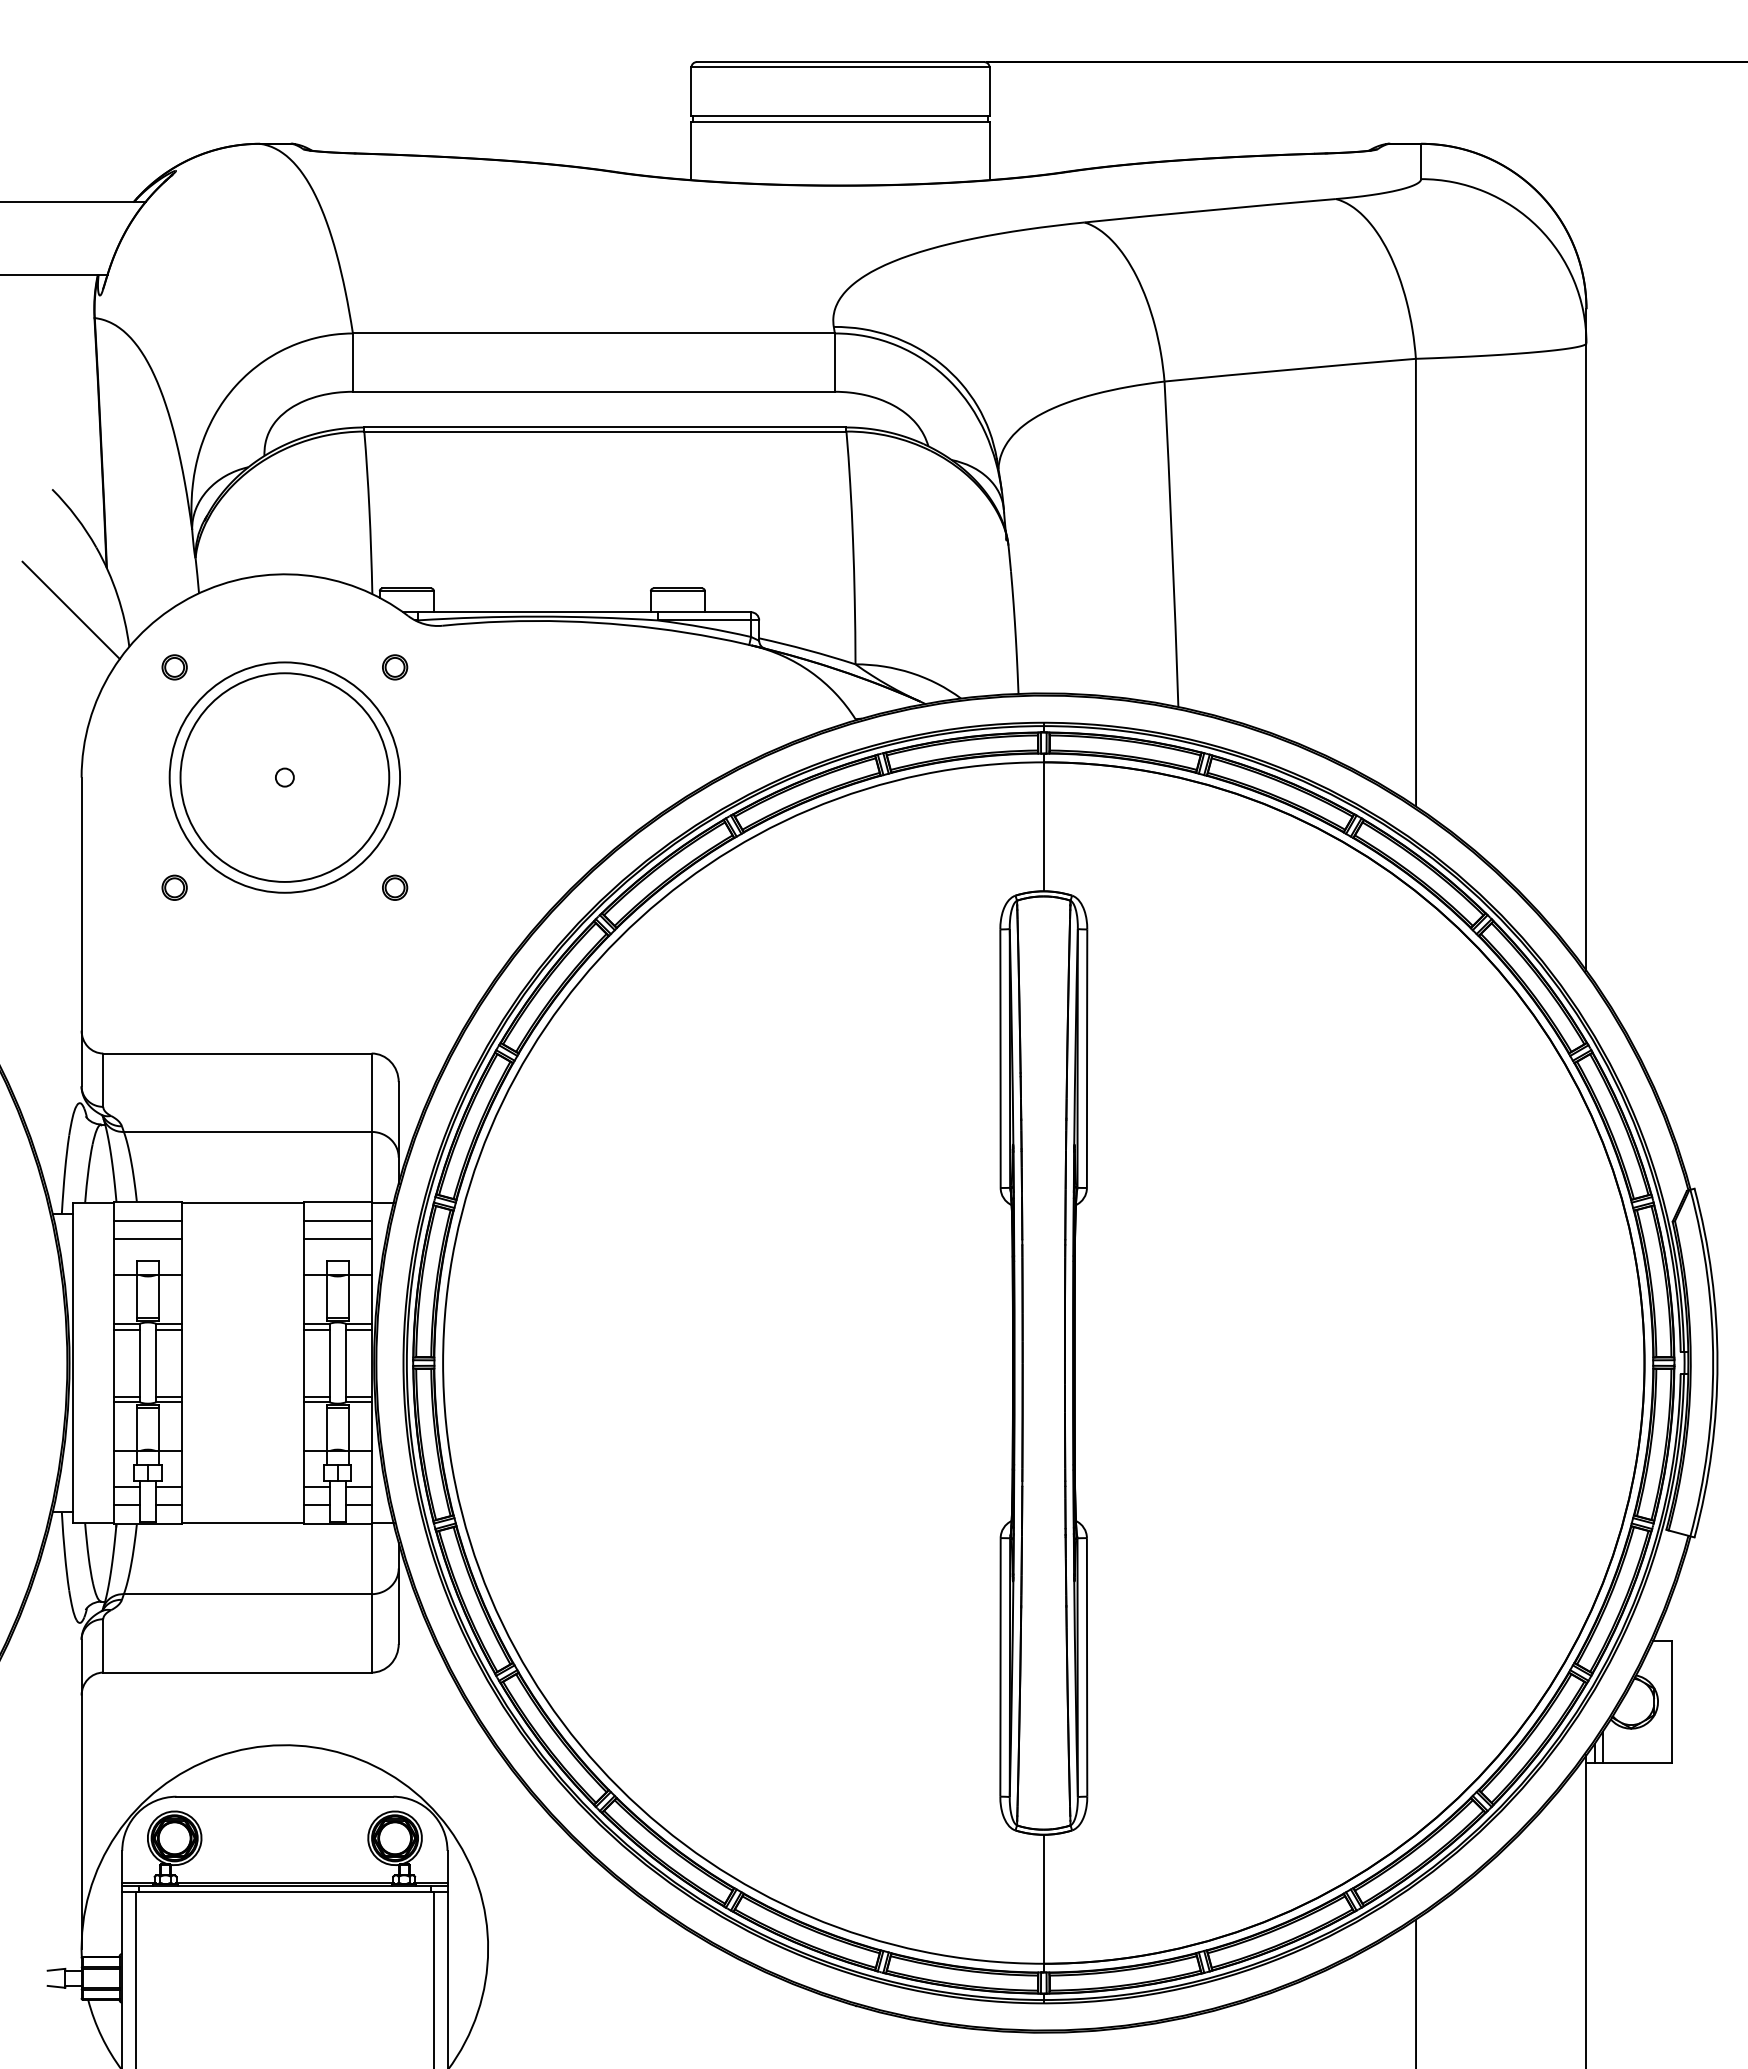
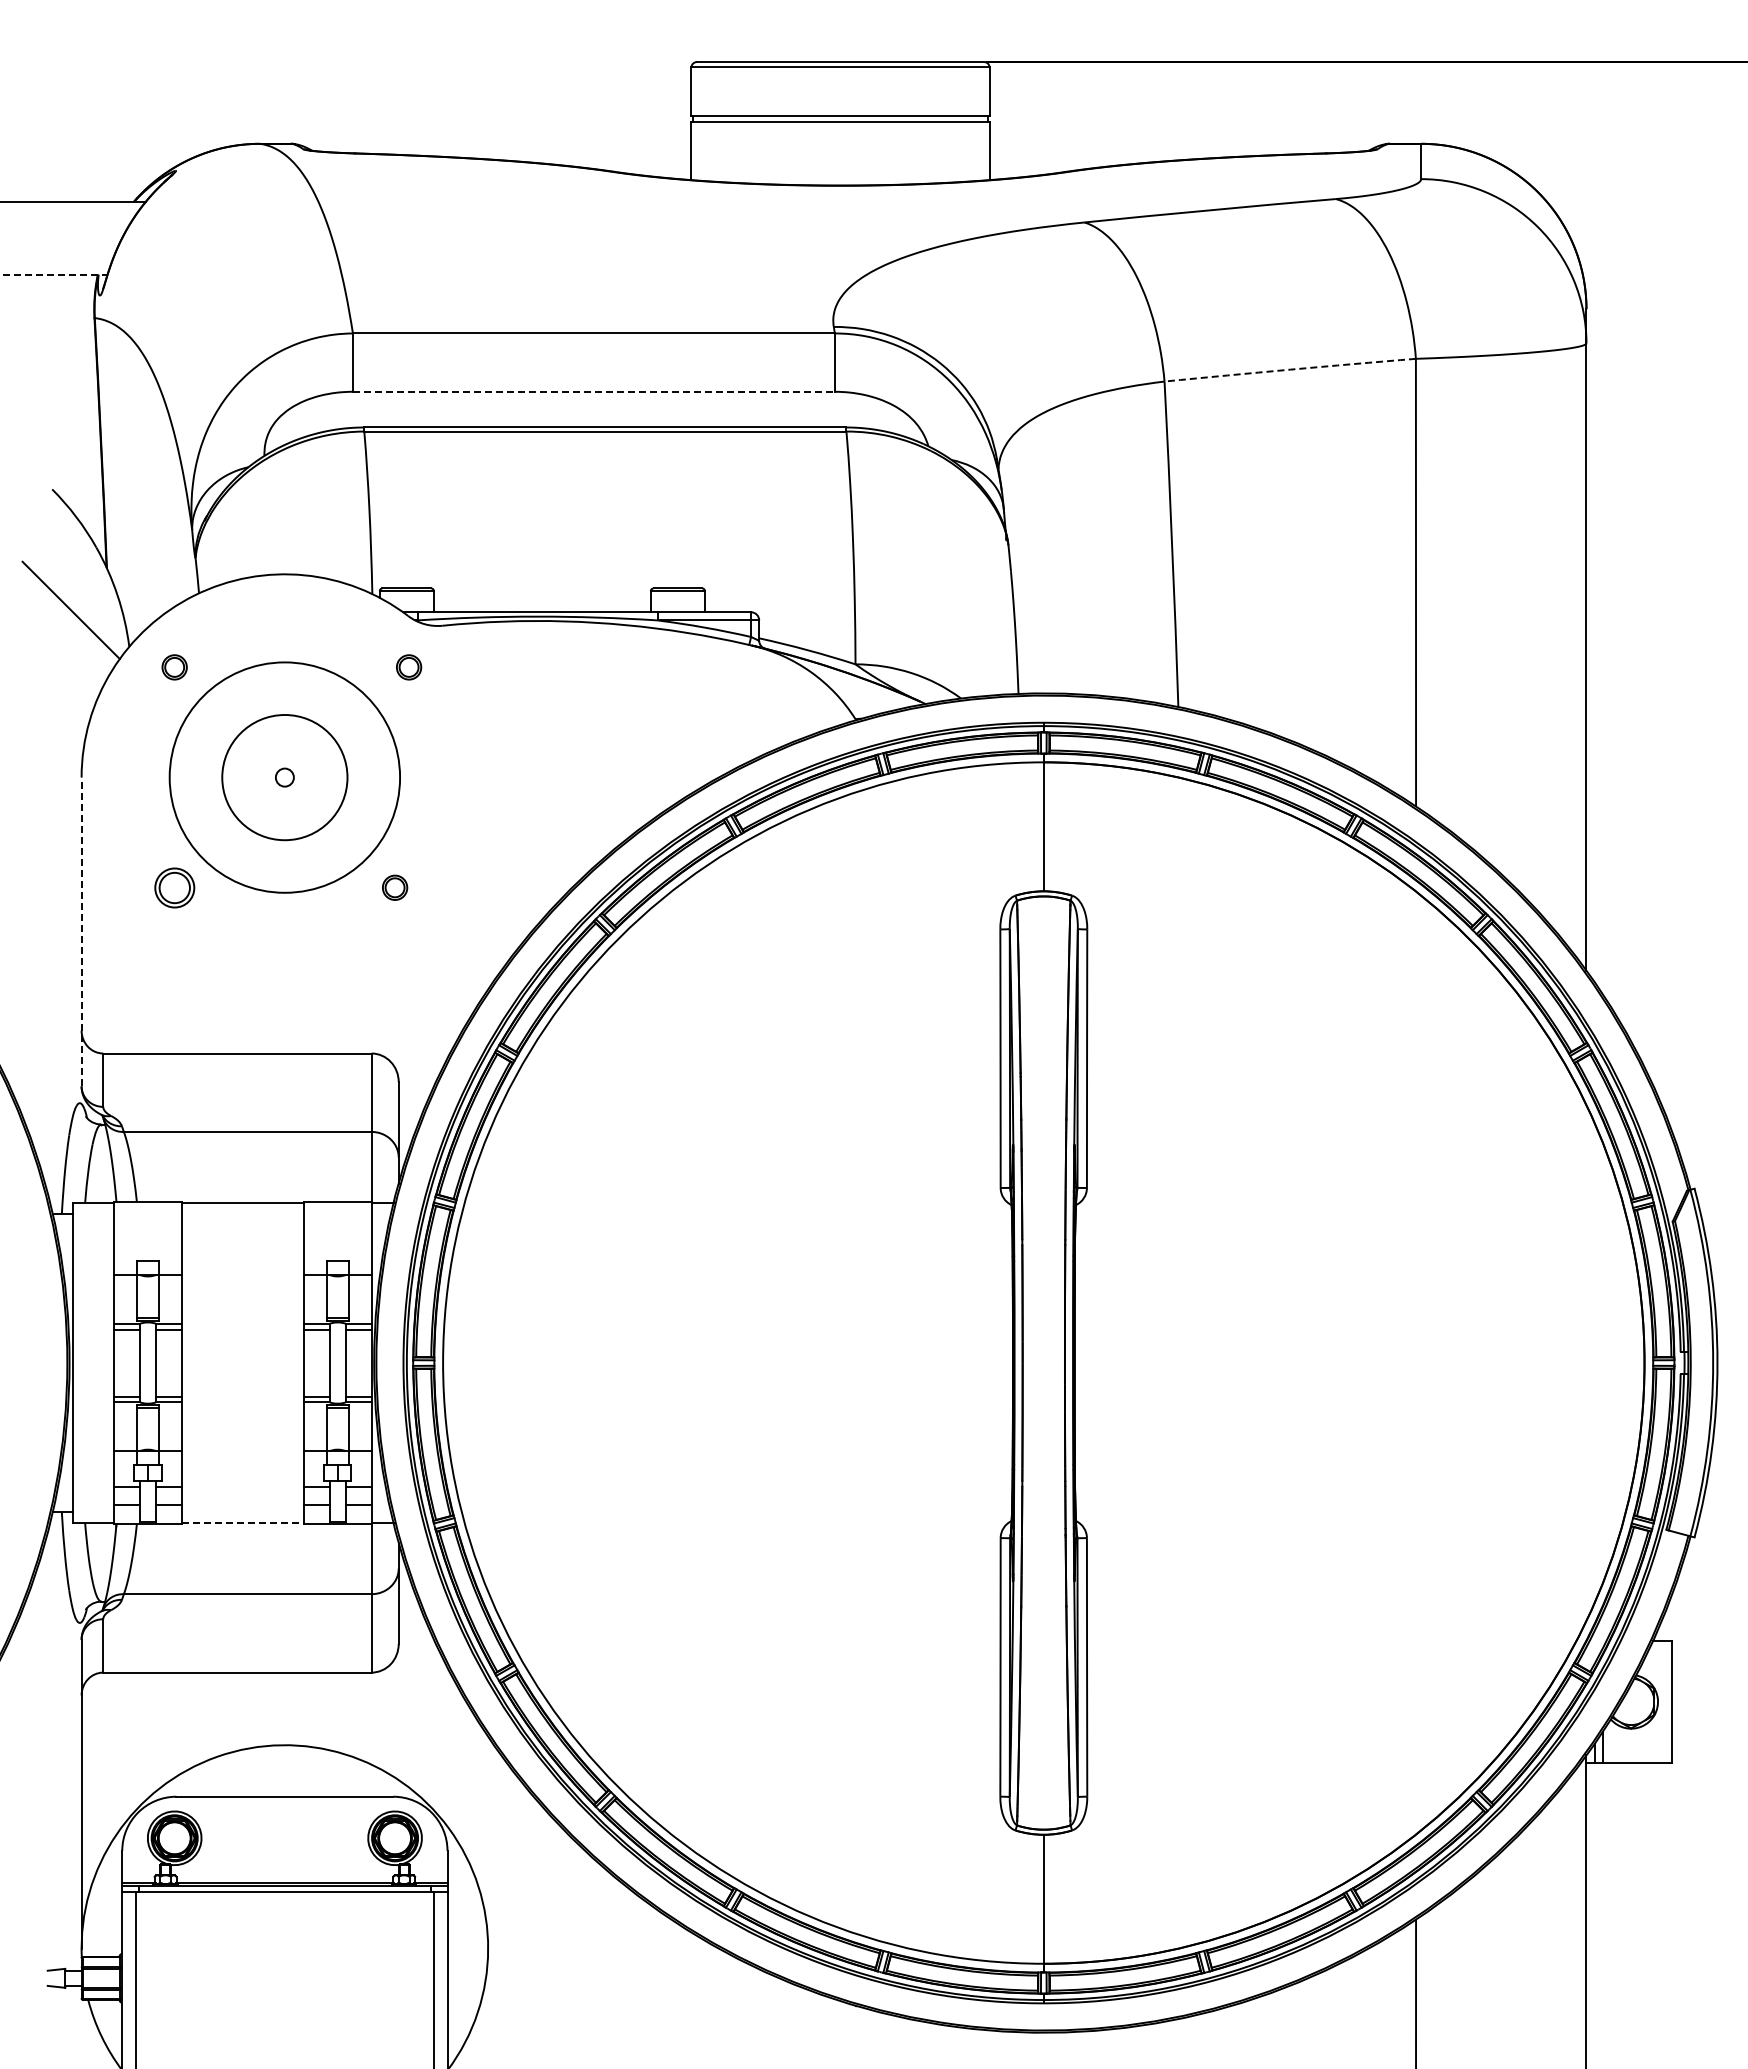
line at (54, 274): solid -> dashed
arc at (1290, 369): solid -> dashed
line at (593, 391): solid -> dashed
part at (395, 667) position: (395, 667) -> (409, 667)
circle at (284, 777) diameter: 209 px -> 125 px
part at (174, 887) size: 27x27 px -> 42x42 px
line at (81, 931): solid -> dashed
line at (147, 1221): present -> none
line at (337, 1221): present -> none
line at (147, 1239): present -> none
line at (337, 1239): present -> none
line at (242, 1522): solid -> dashed
